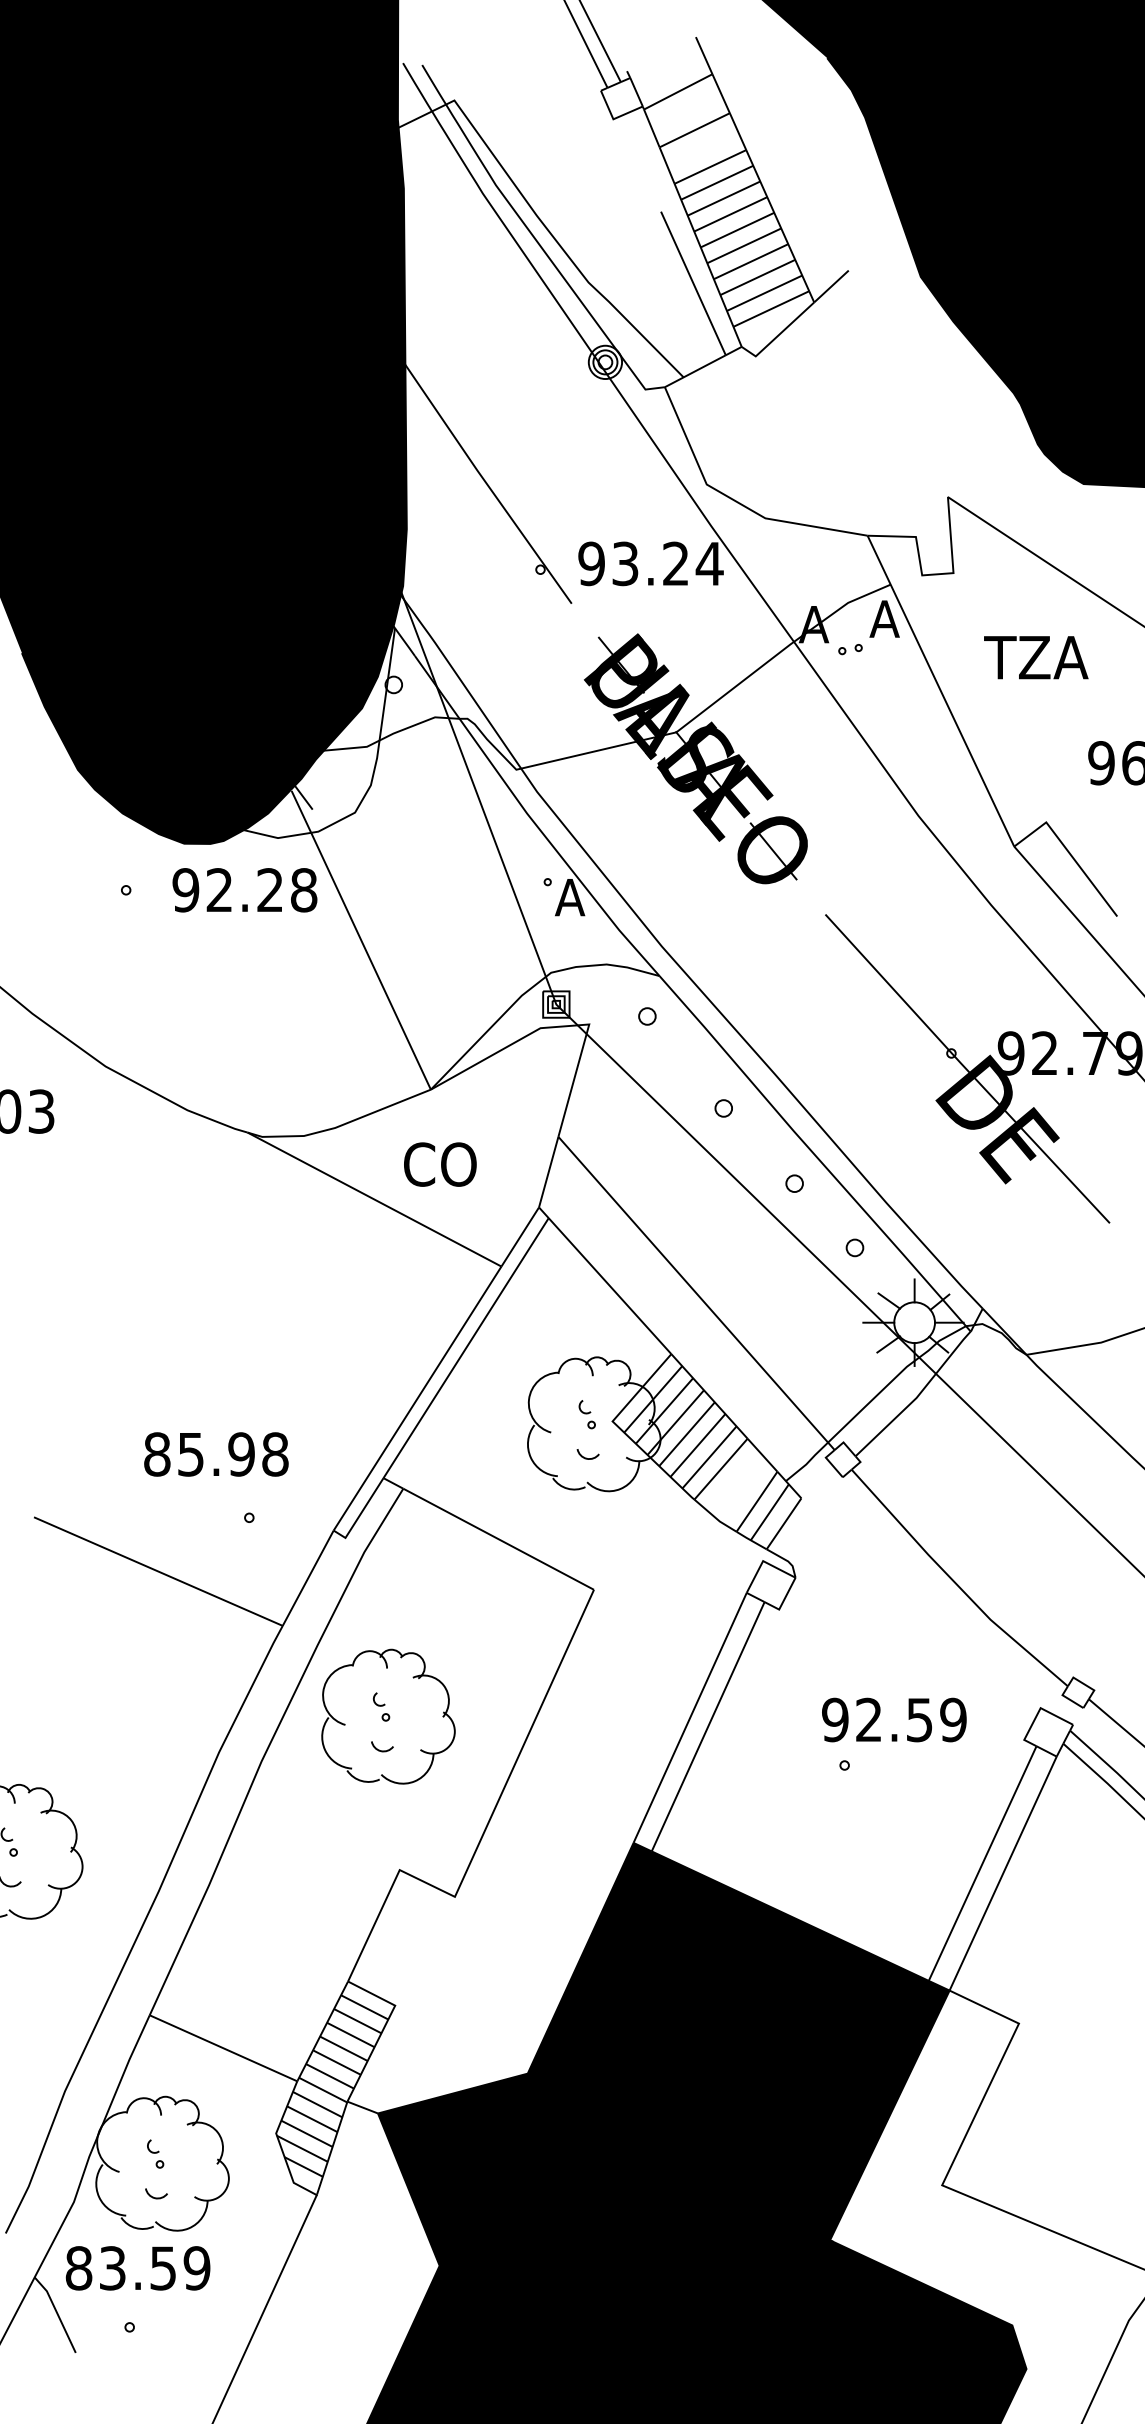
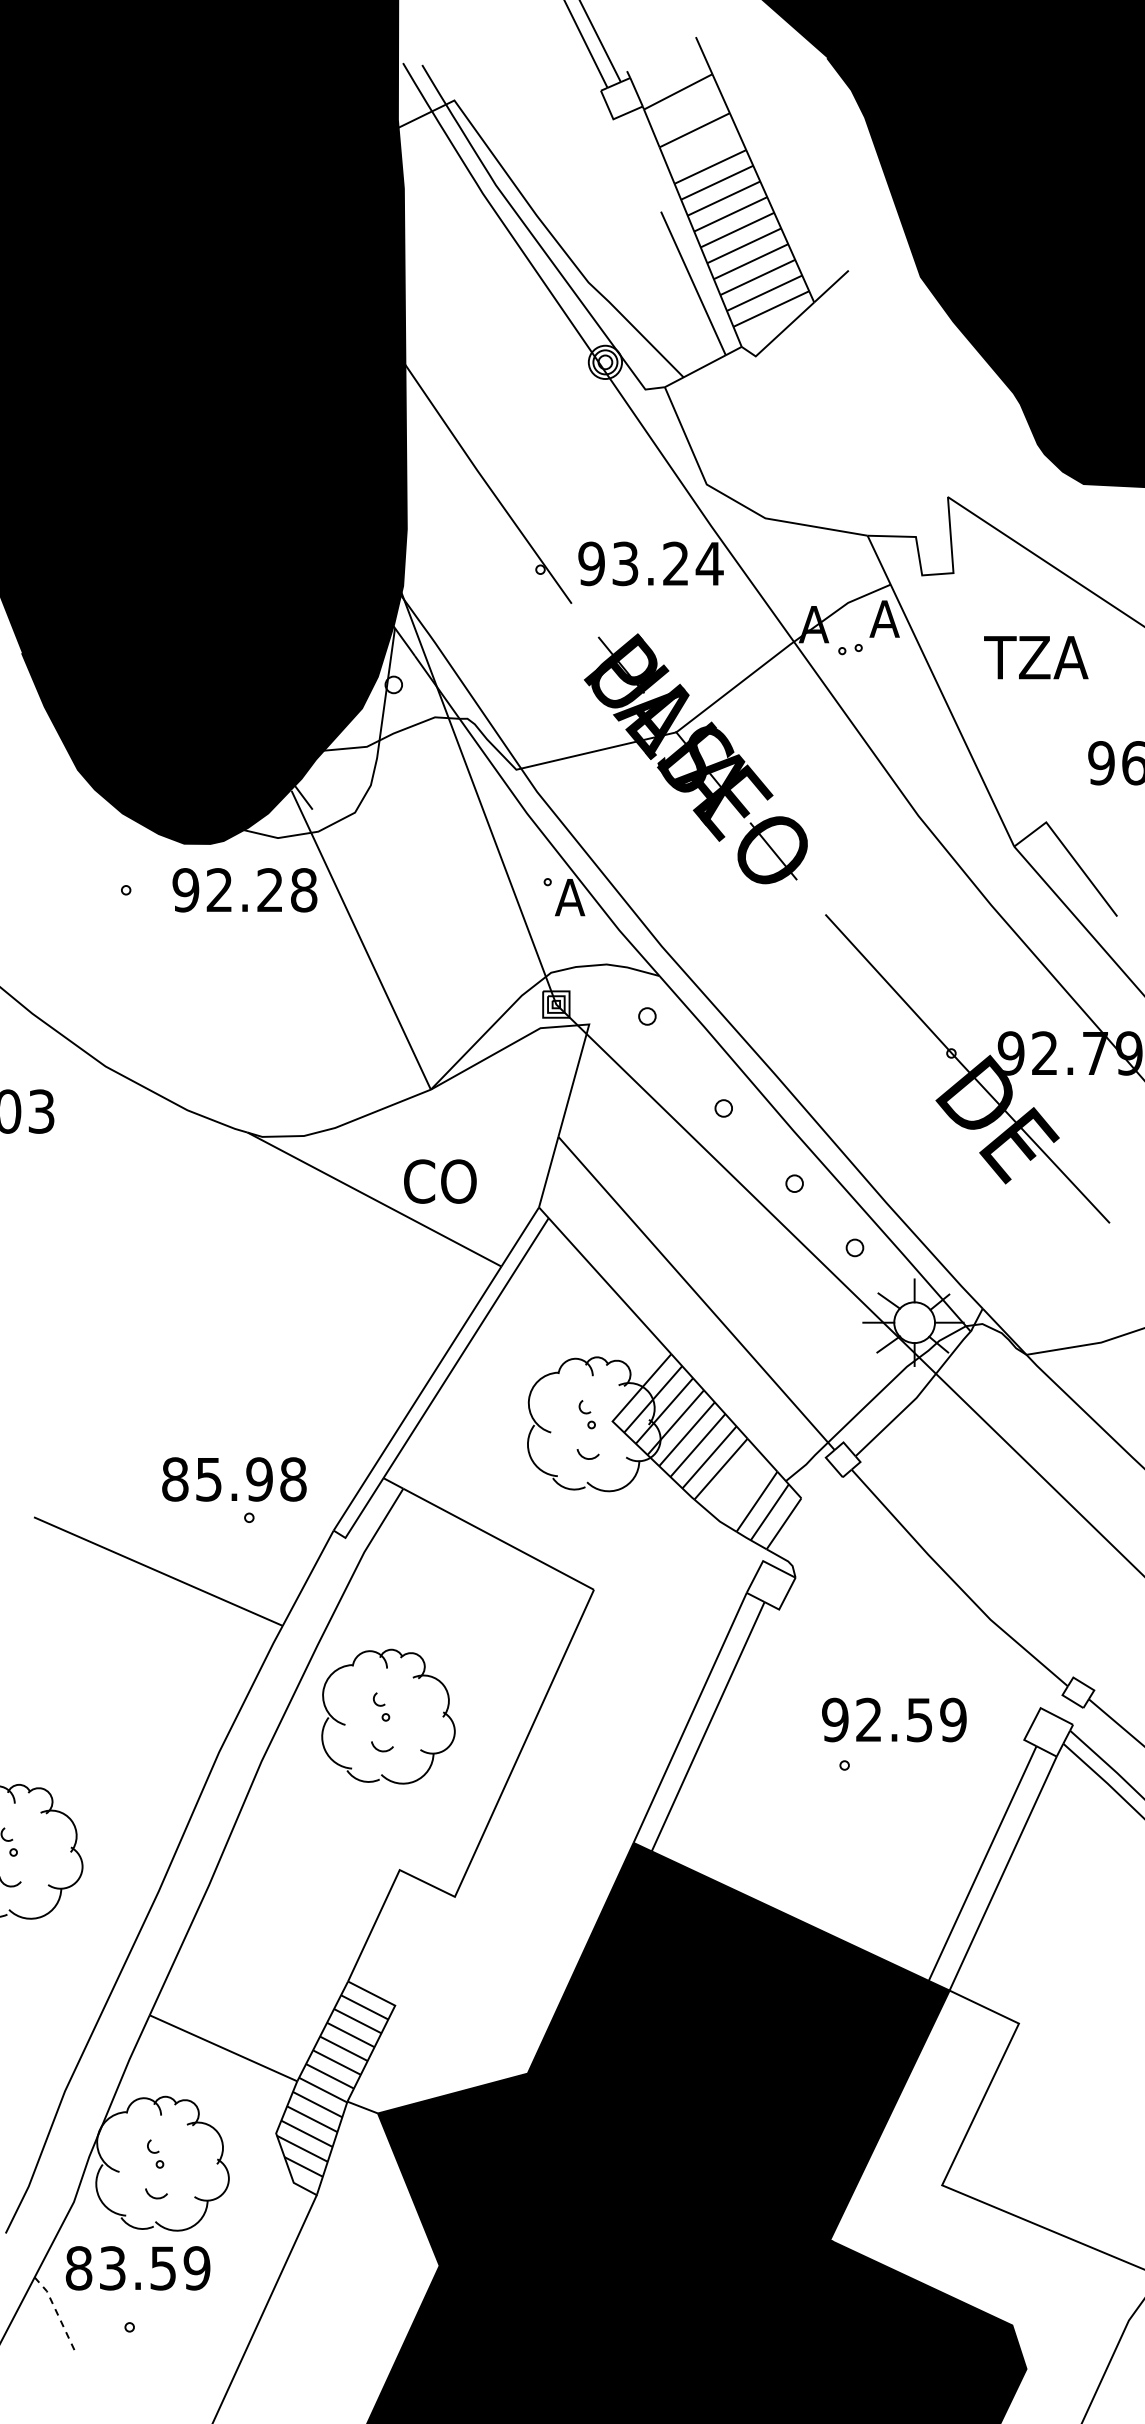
text at (440, 1164) position: (440, 1164) -> (440, 1181)
text at (216, 1454) position: (216, 1454) -> (234, 1479)
line at (57, 2313): solid -> dashed
